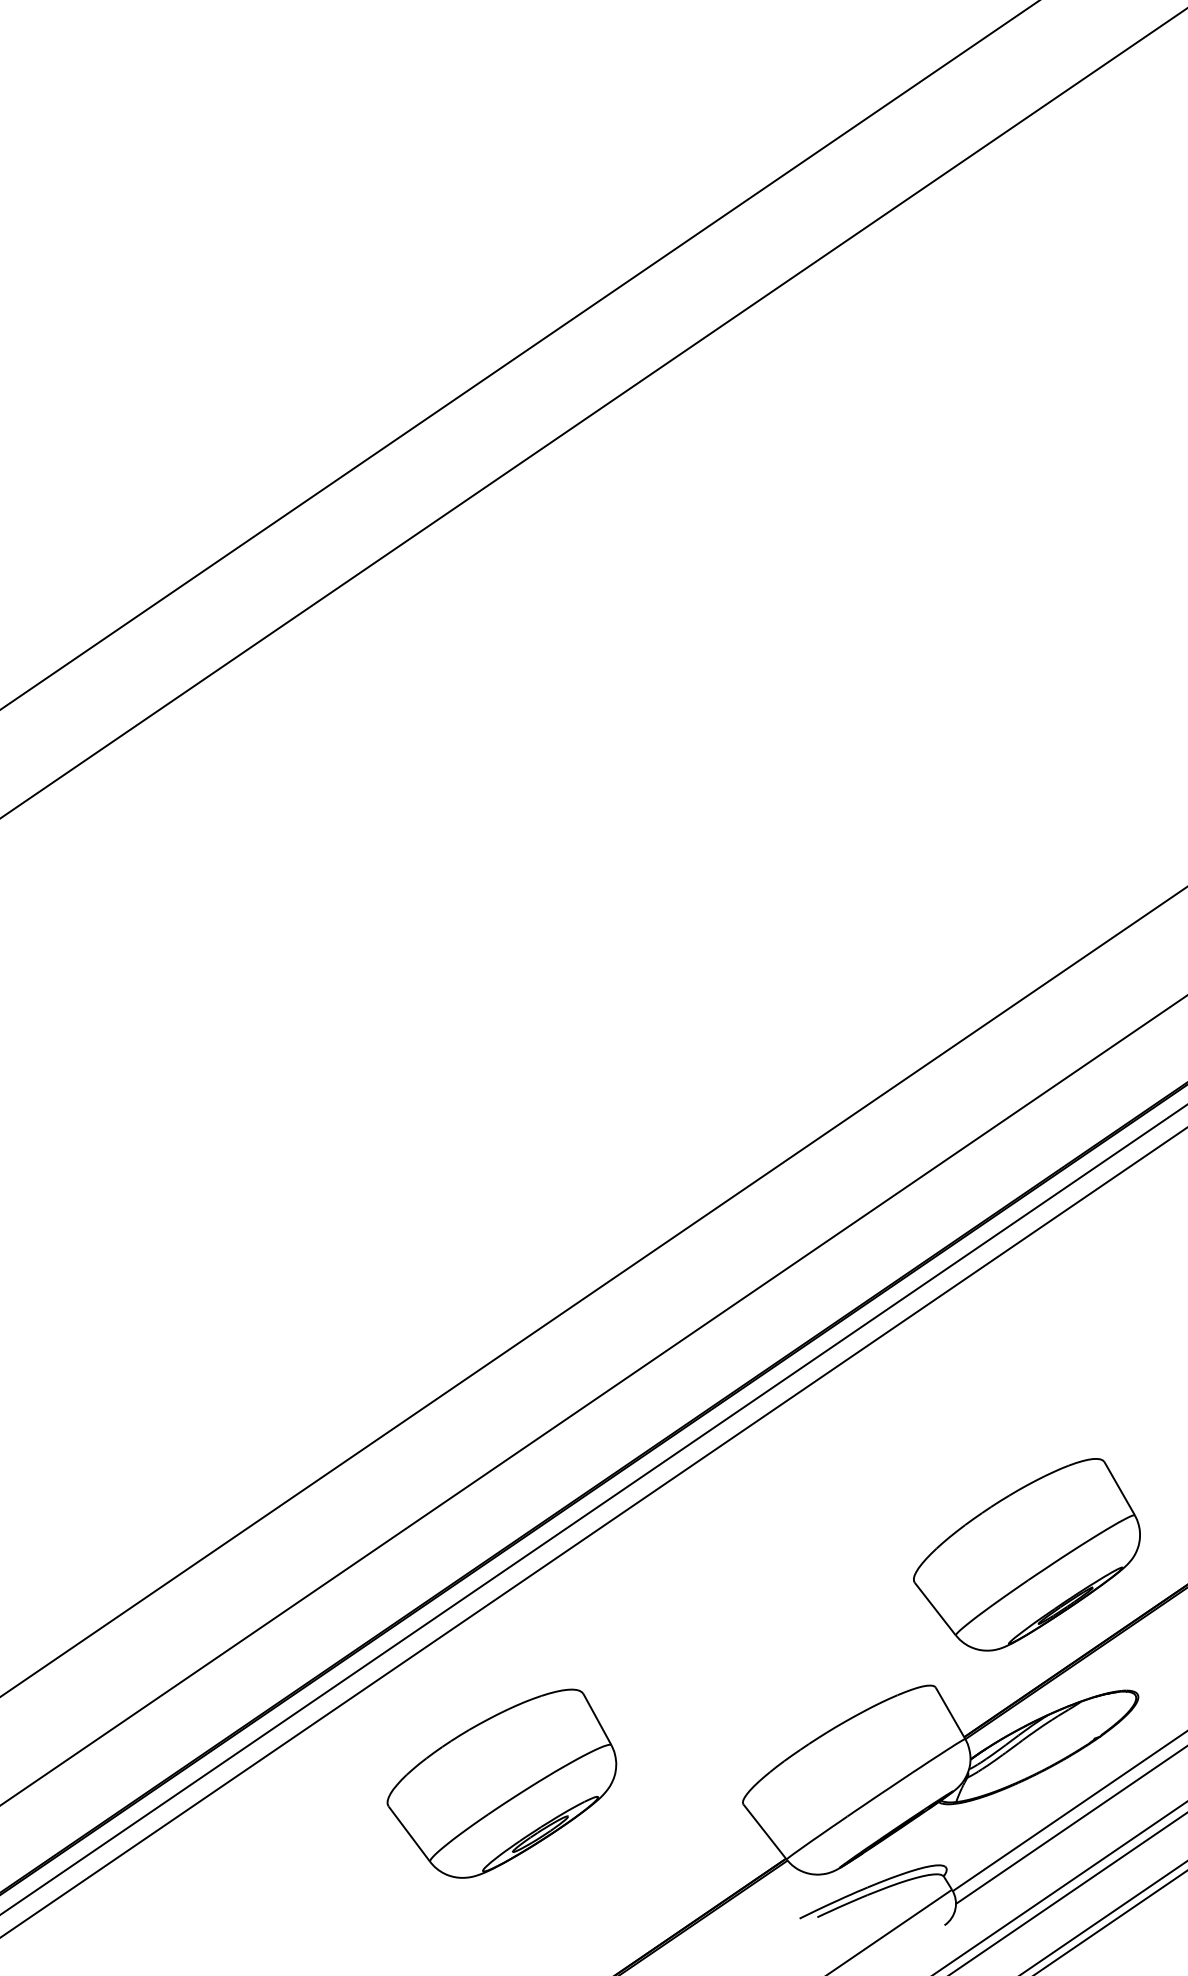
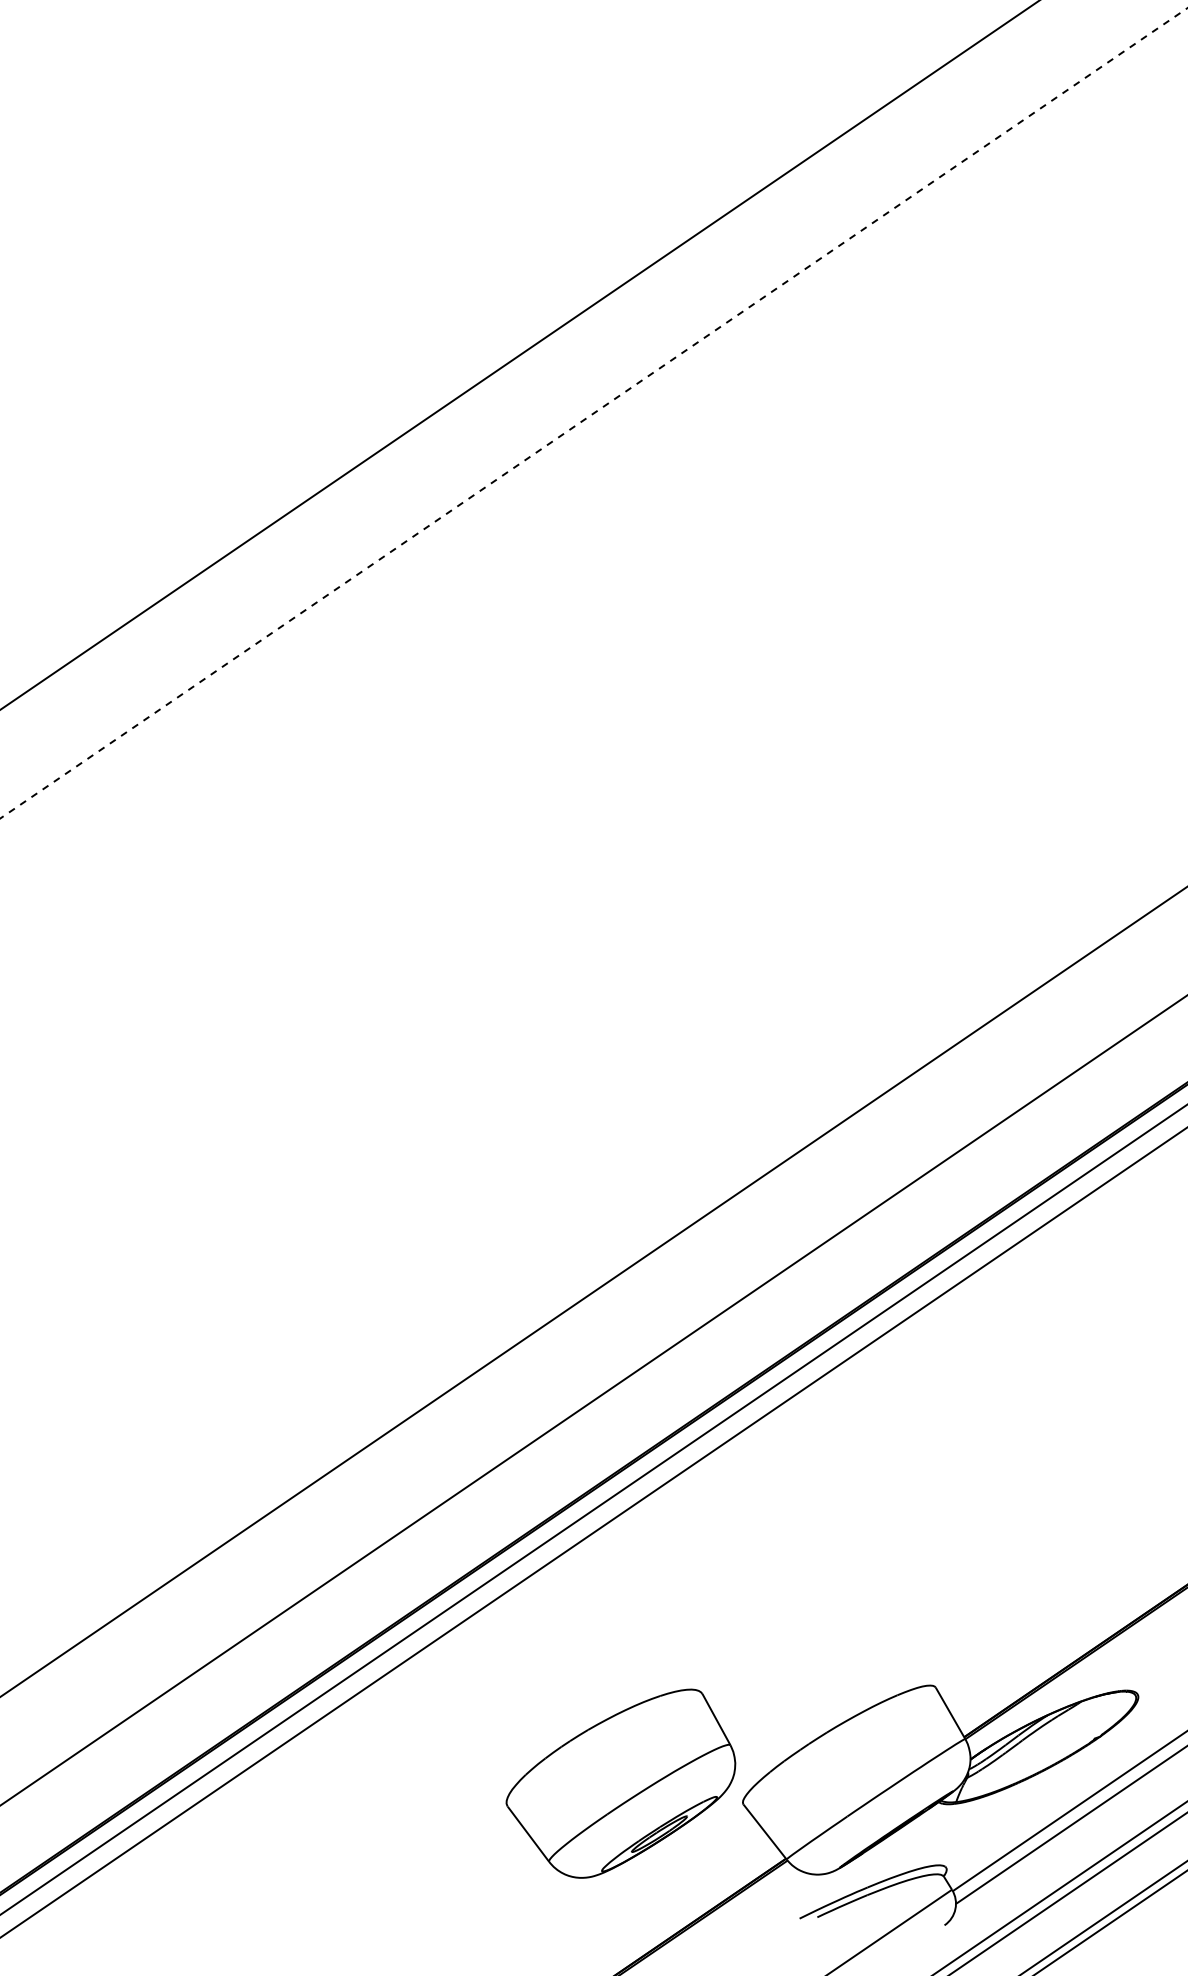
line at (593, 413): solid -> dashed
part at (1026, 1554): present -> none
part at (501, 1783) position: (501, 1783) -> (620, 1783)
